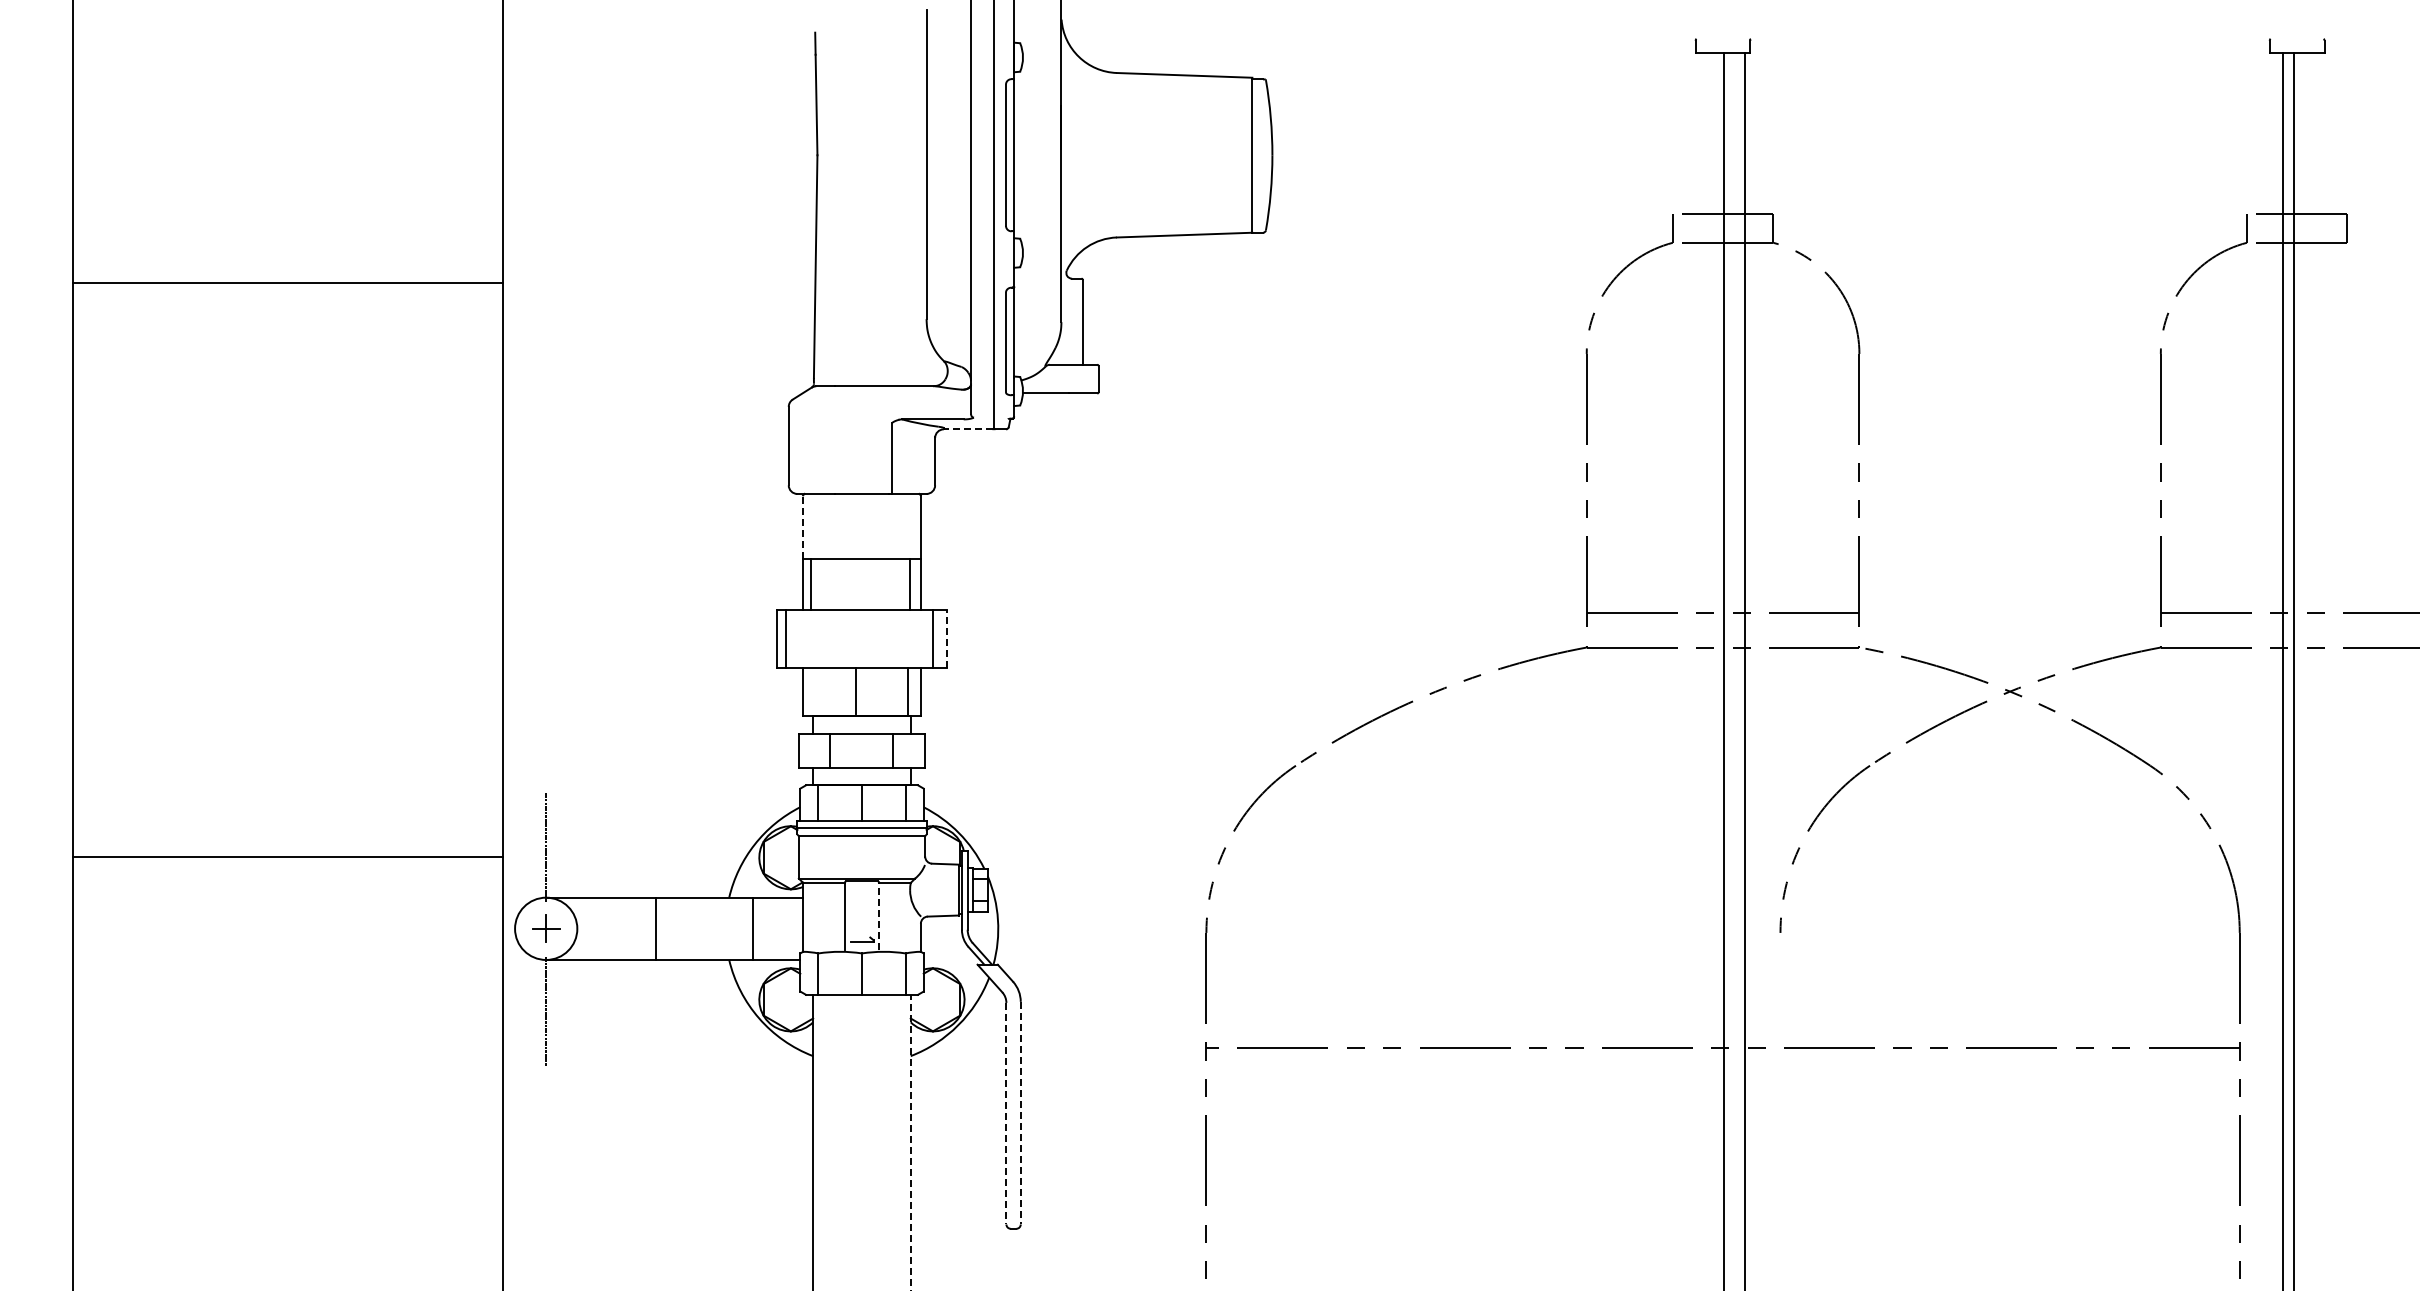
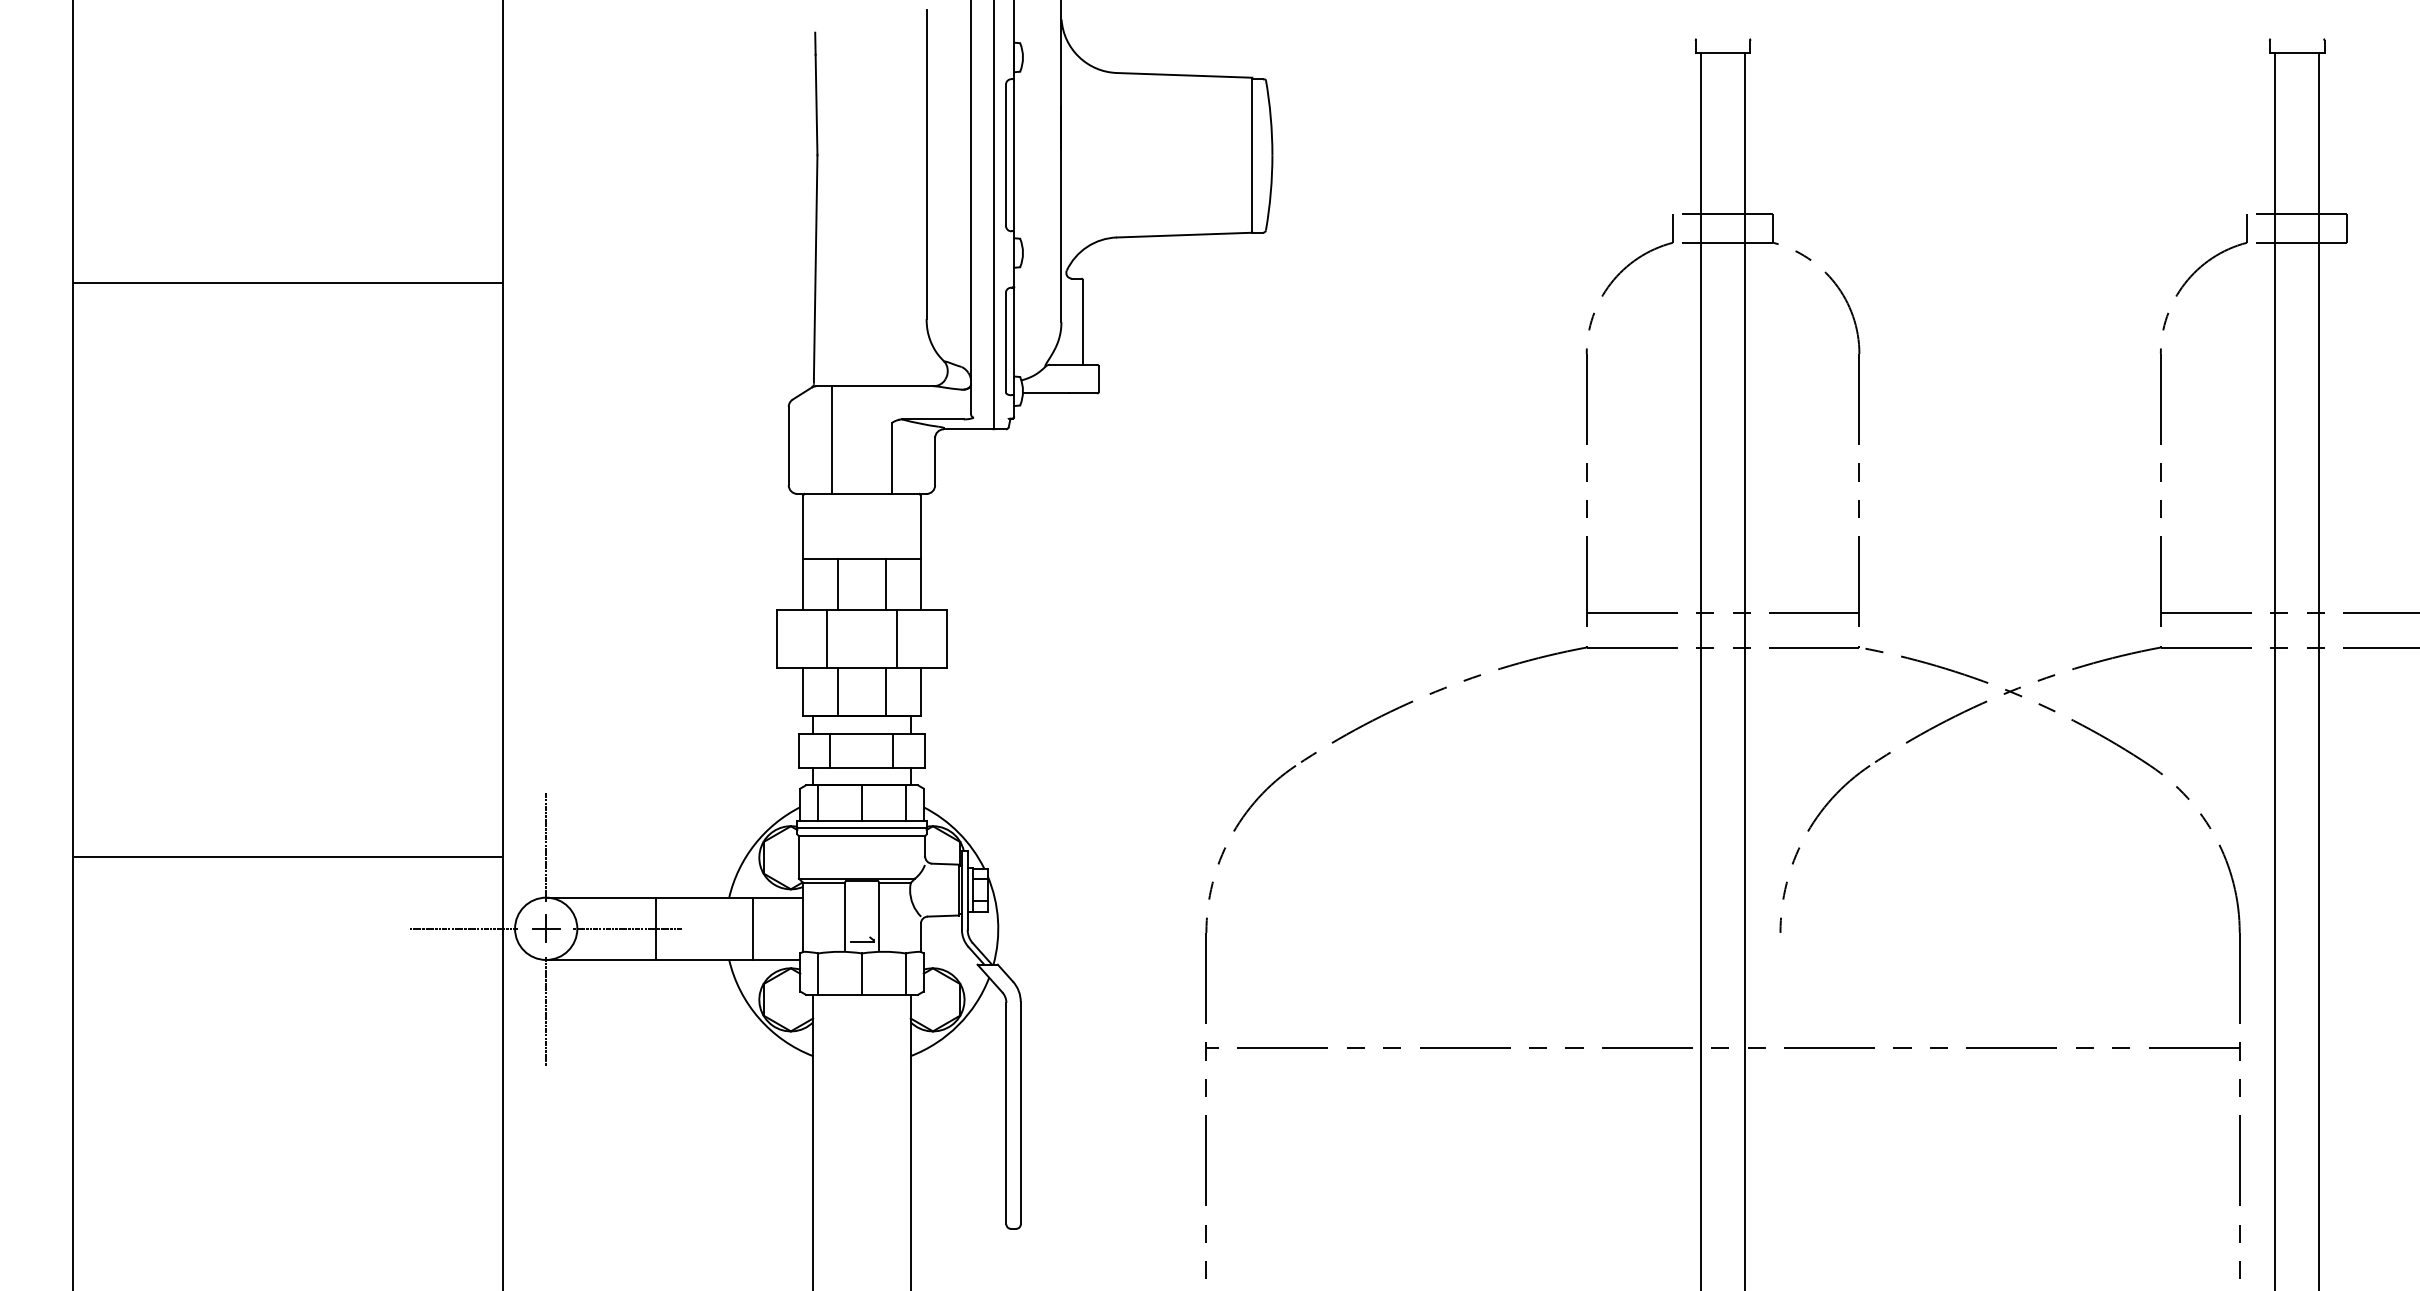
line at (967, 429): dashed -> solid
line at (832, 439): none -> present
line at (803, 526): dashed -> solid
line at (810, 584) position: (810, 584) -> (837, 584)
line at (910, 584) position: (910, 584) -> (886, 584)
line at (786, 638) position: (786, 638) -> (827, 638)
line at (932, 638) position: (932, 638) -> (896, 638)
line at (946, 638): dashed -> solid
line at (1723, 669) position: (1723, 669) -> (1700, 669)
line at (2283, 669) position: (2283, 669) -> (2319, 669)
line at (2293, 669) position: (2293, 669) -> (2274, 669)
line at (856, 690) position: (856, 690) -> (838, 690)
line at (907, 691) position: (907, 691) -> (885, 691)
line at (879, 916): dashed -> solid
line at (463, 928): none -> present
line at (627, 928): none -> present
line at (1006, 1113): dashed -> solid
line at (1020, 1113): dashed -> solid
line at (910, 1142): dashed -> solid
